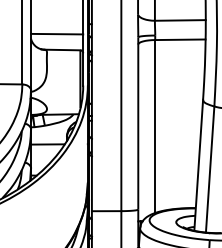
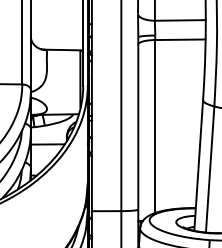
line at (57, 33): present -> none
